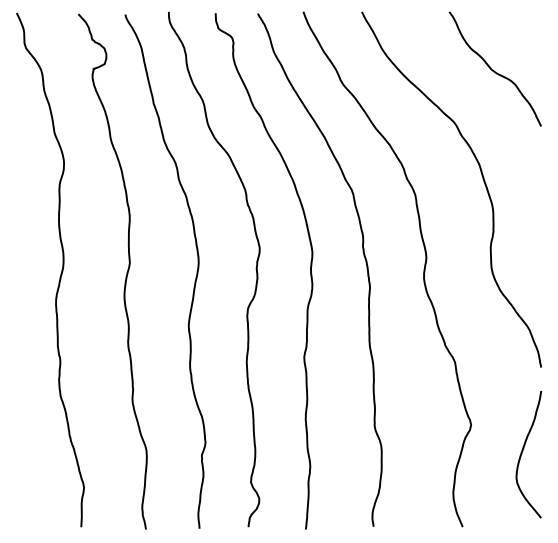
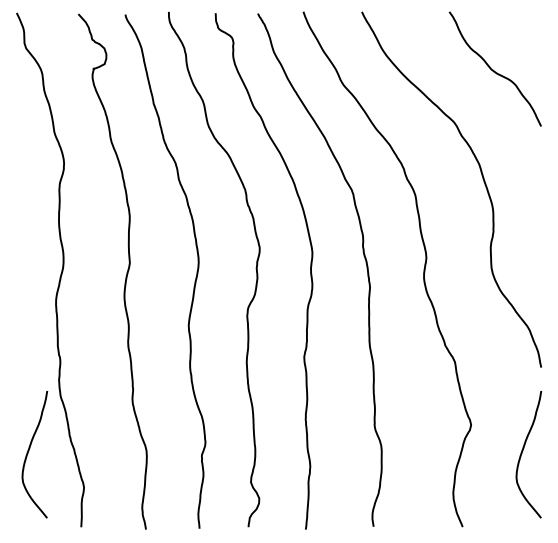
curve at (29, 451): none -> present
